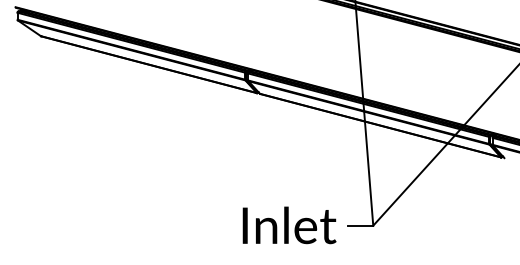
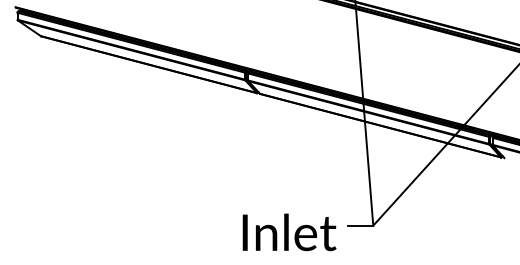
text at (289, 225) position: (289, 225) -> (289, 232)
